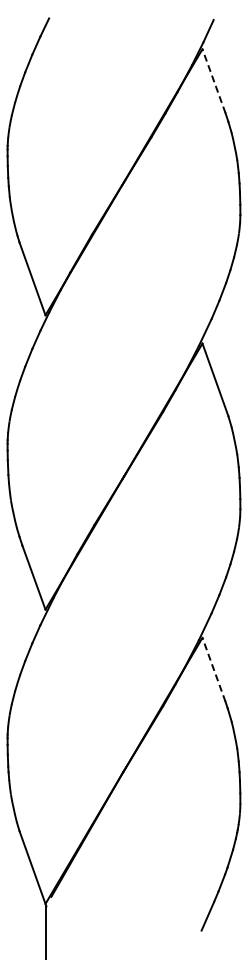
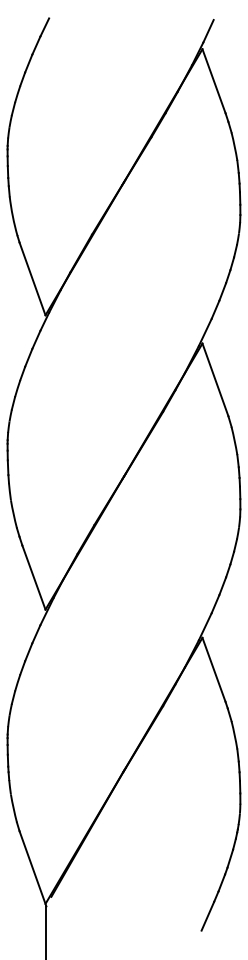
line at (213, 80): dashed -> solid
line at (213, 669): dashed -> solid
